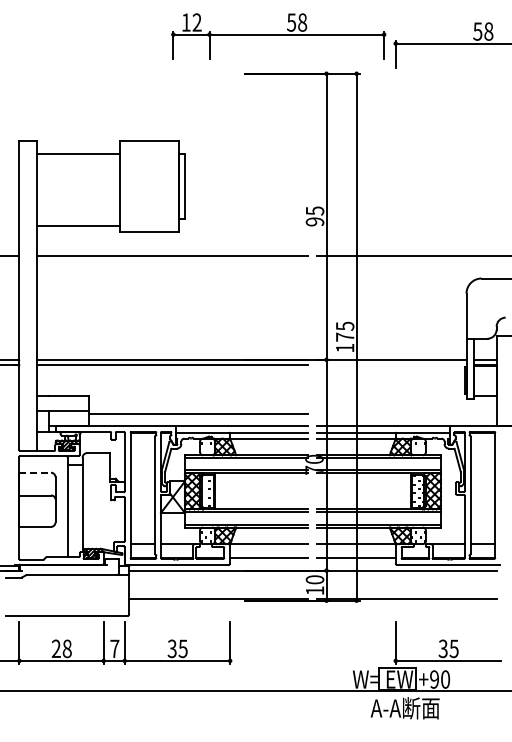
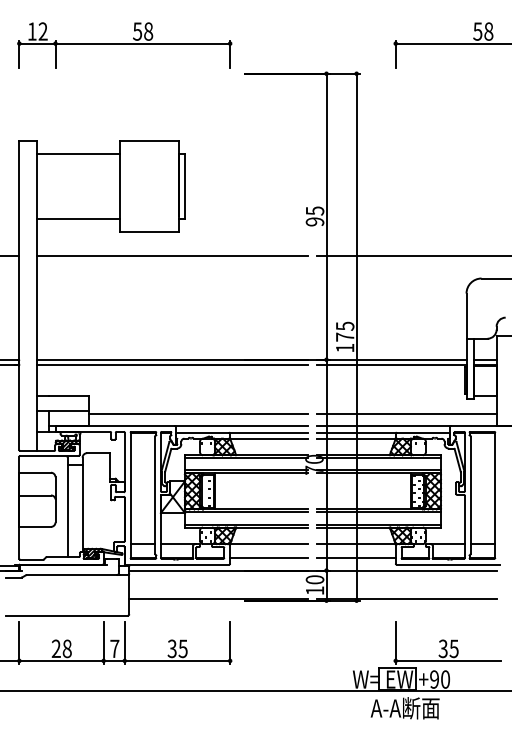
part at (278, 36) position: (278, 36) -> (124, 45)
line at (78, 225) position: (78, 225) -> (78, 218)
line at (391, 364): none -> present
line at (406, 414): none -> present
line at (35, 472): dashed -> solid
